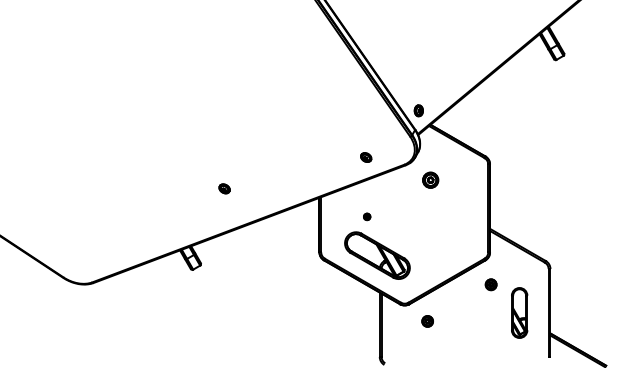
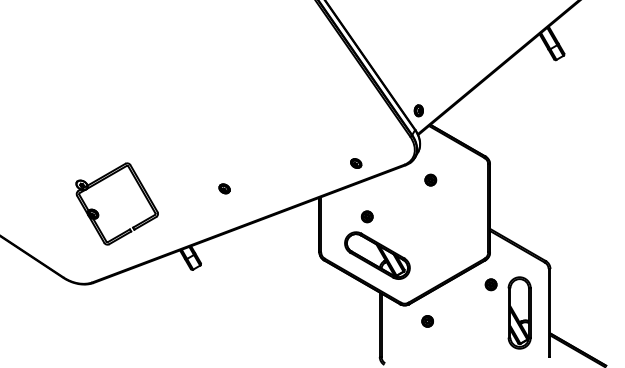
part at (366, 157) position: (366, 157) -> (356, 163)
part at (430, 179) size: 18x18 px -> 14x14 px
part at (116, 203): none -> present
part at (367, 216) size: 9x10 px -> 14x14 px
part at (519, 312) size: 18x52 px -> 25x74 px
